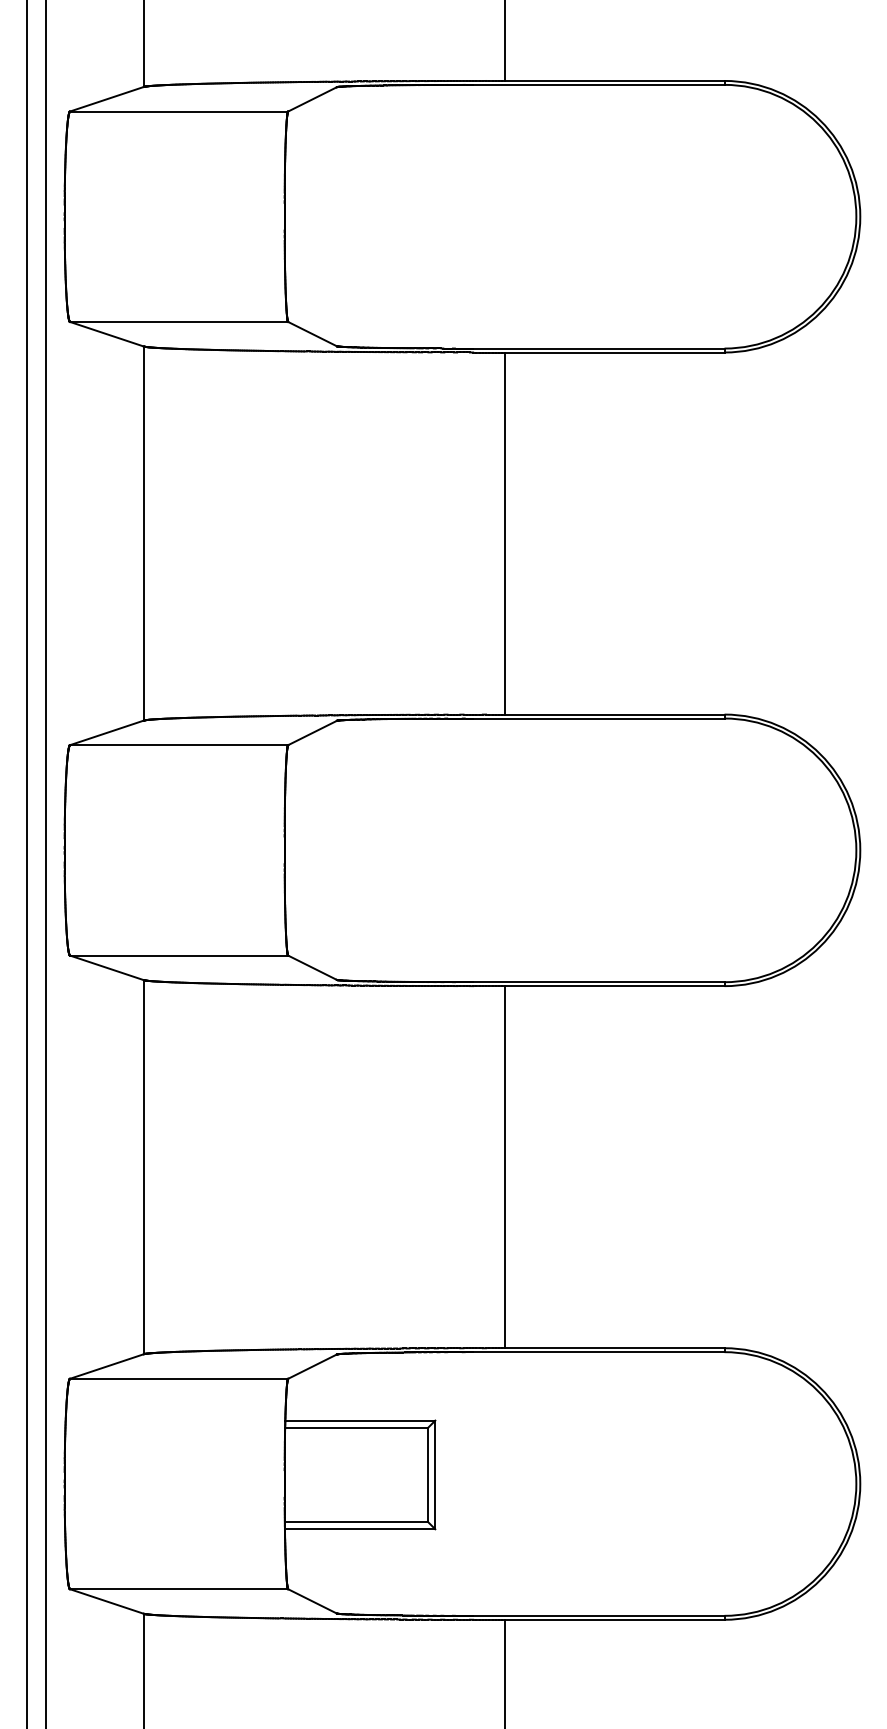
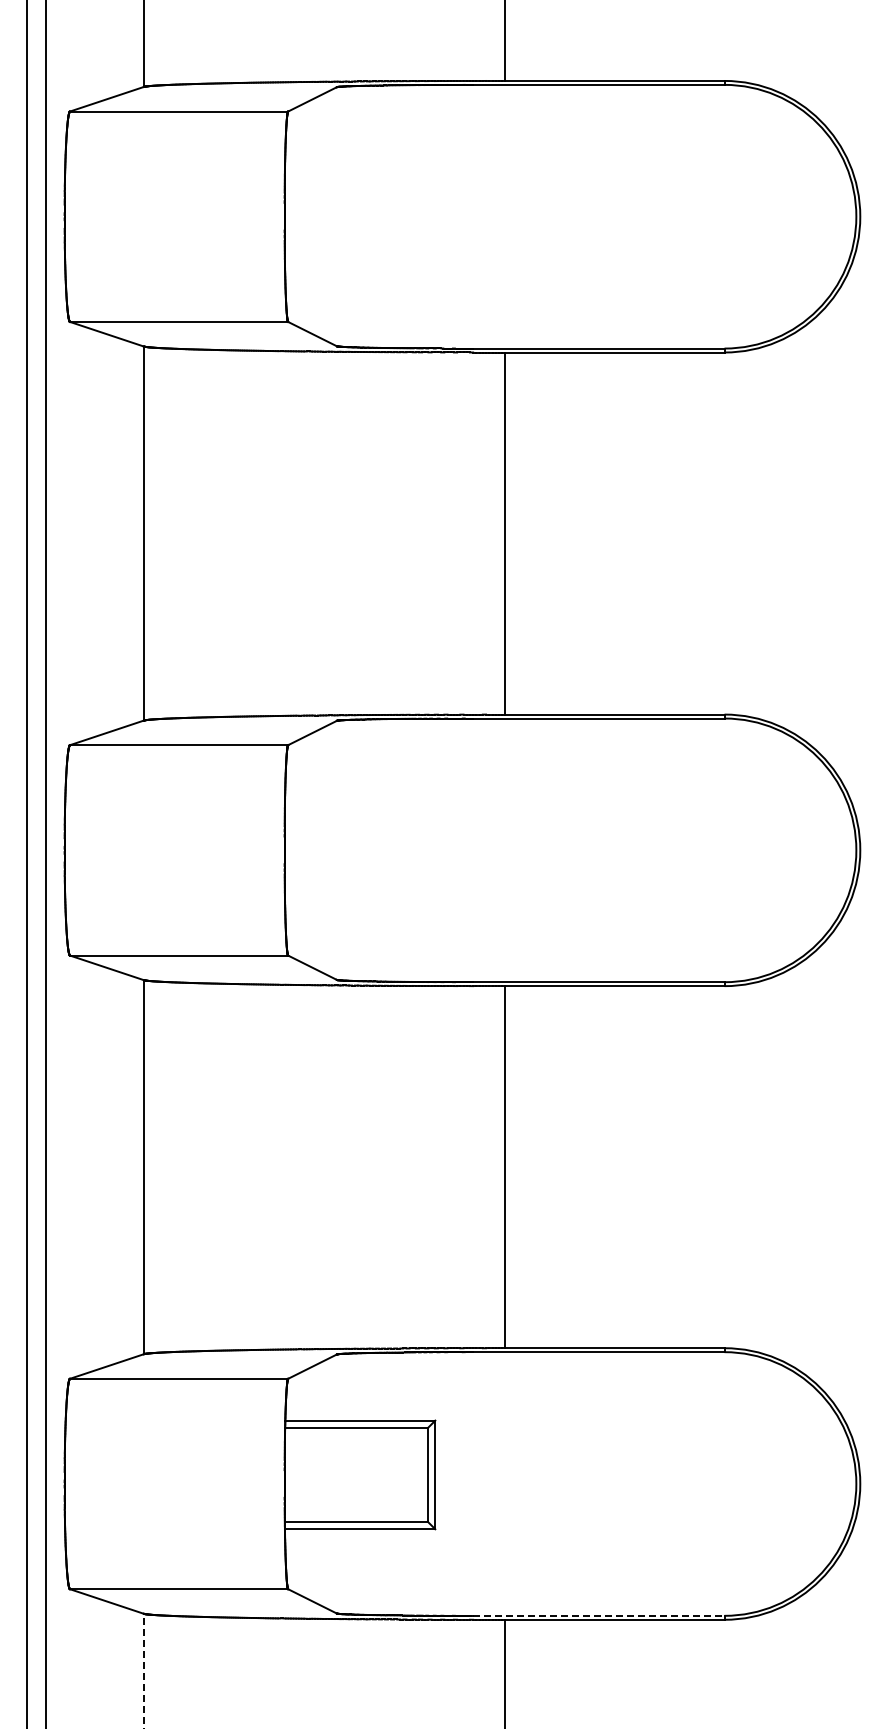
line at (598, 1615): solid -> dashed
line at (143, 1670): solid -> dashed
